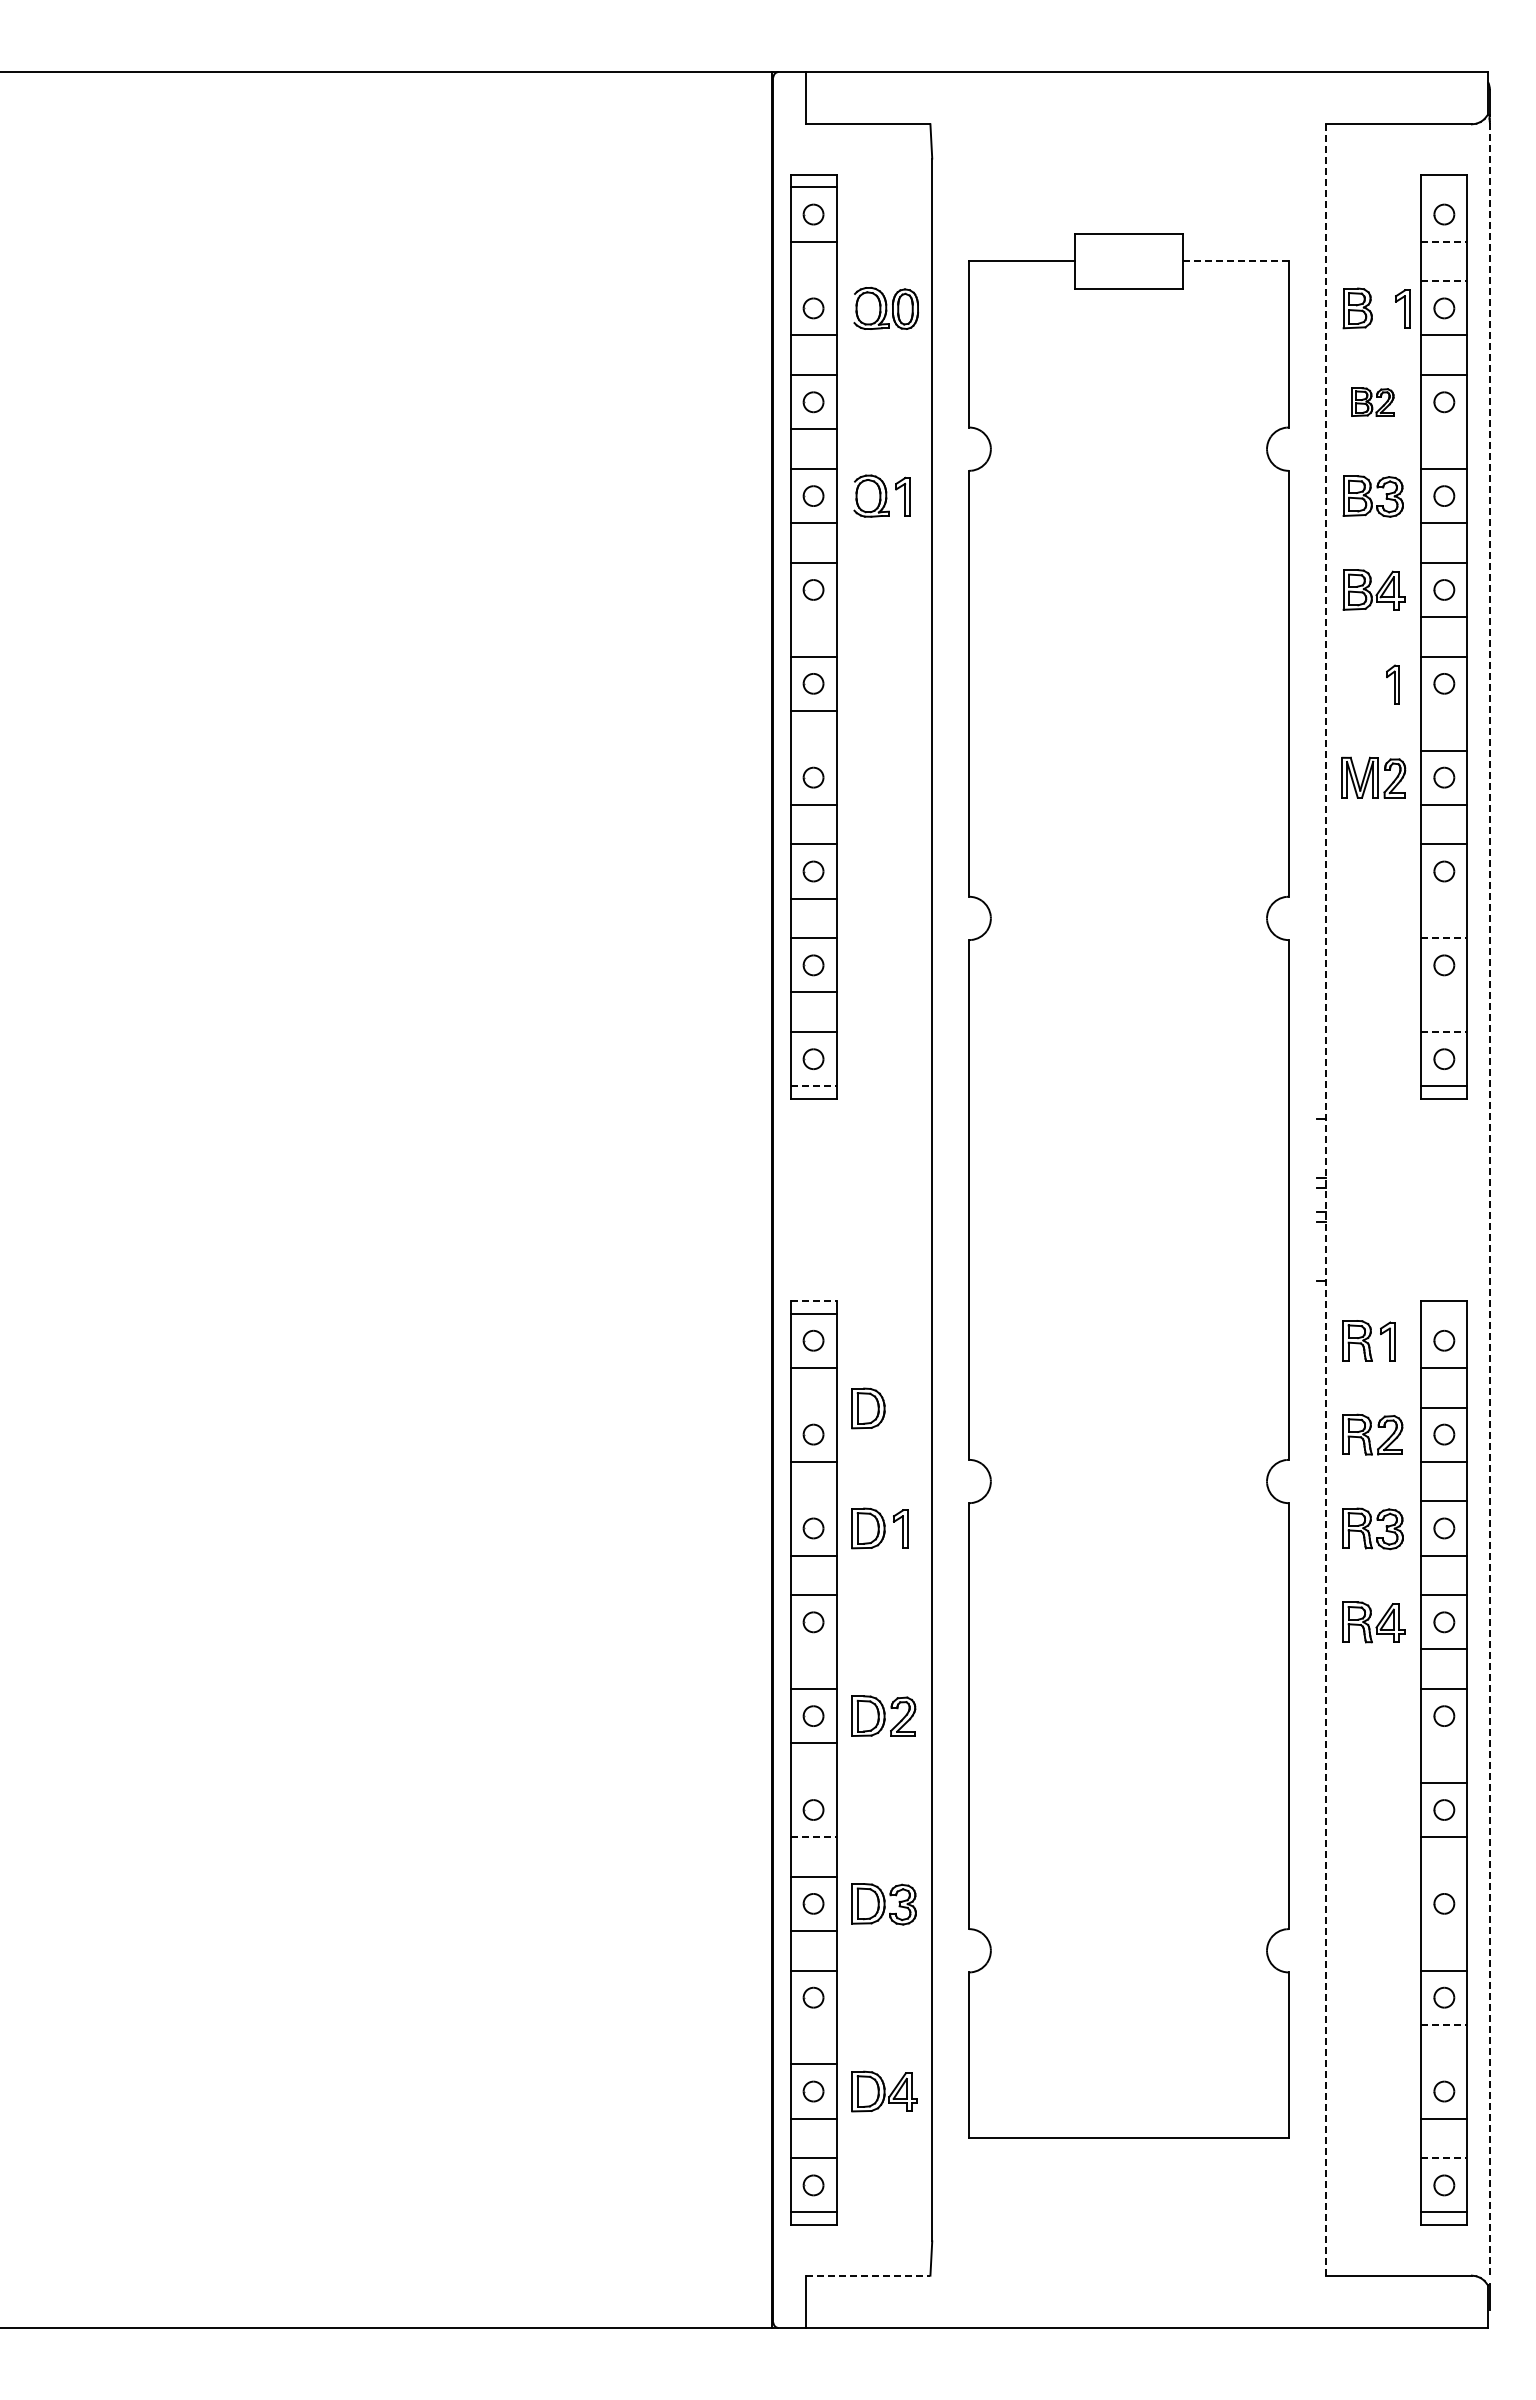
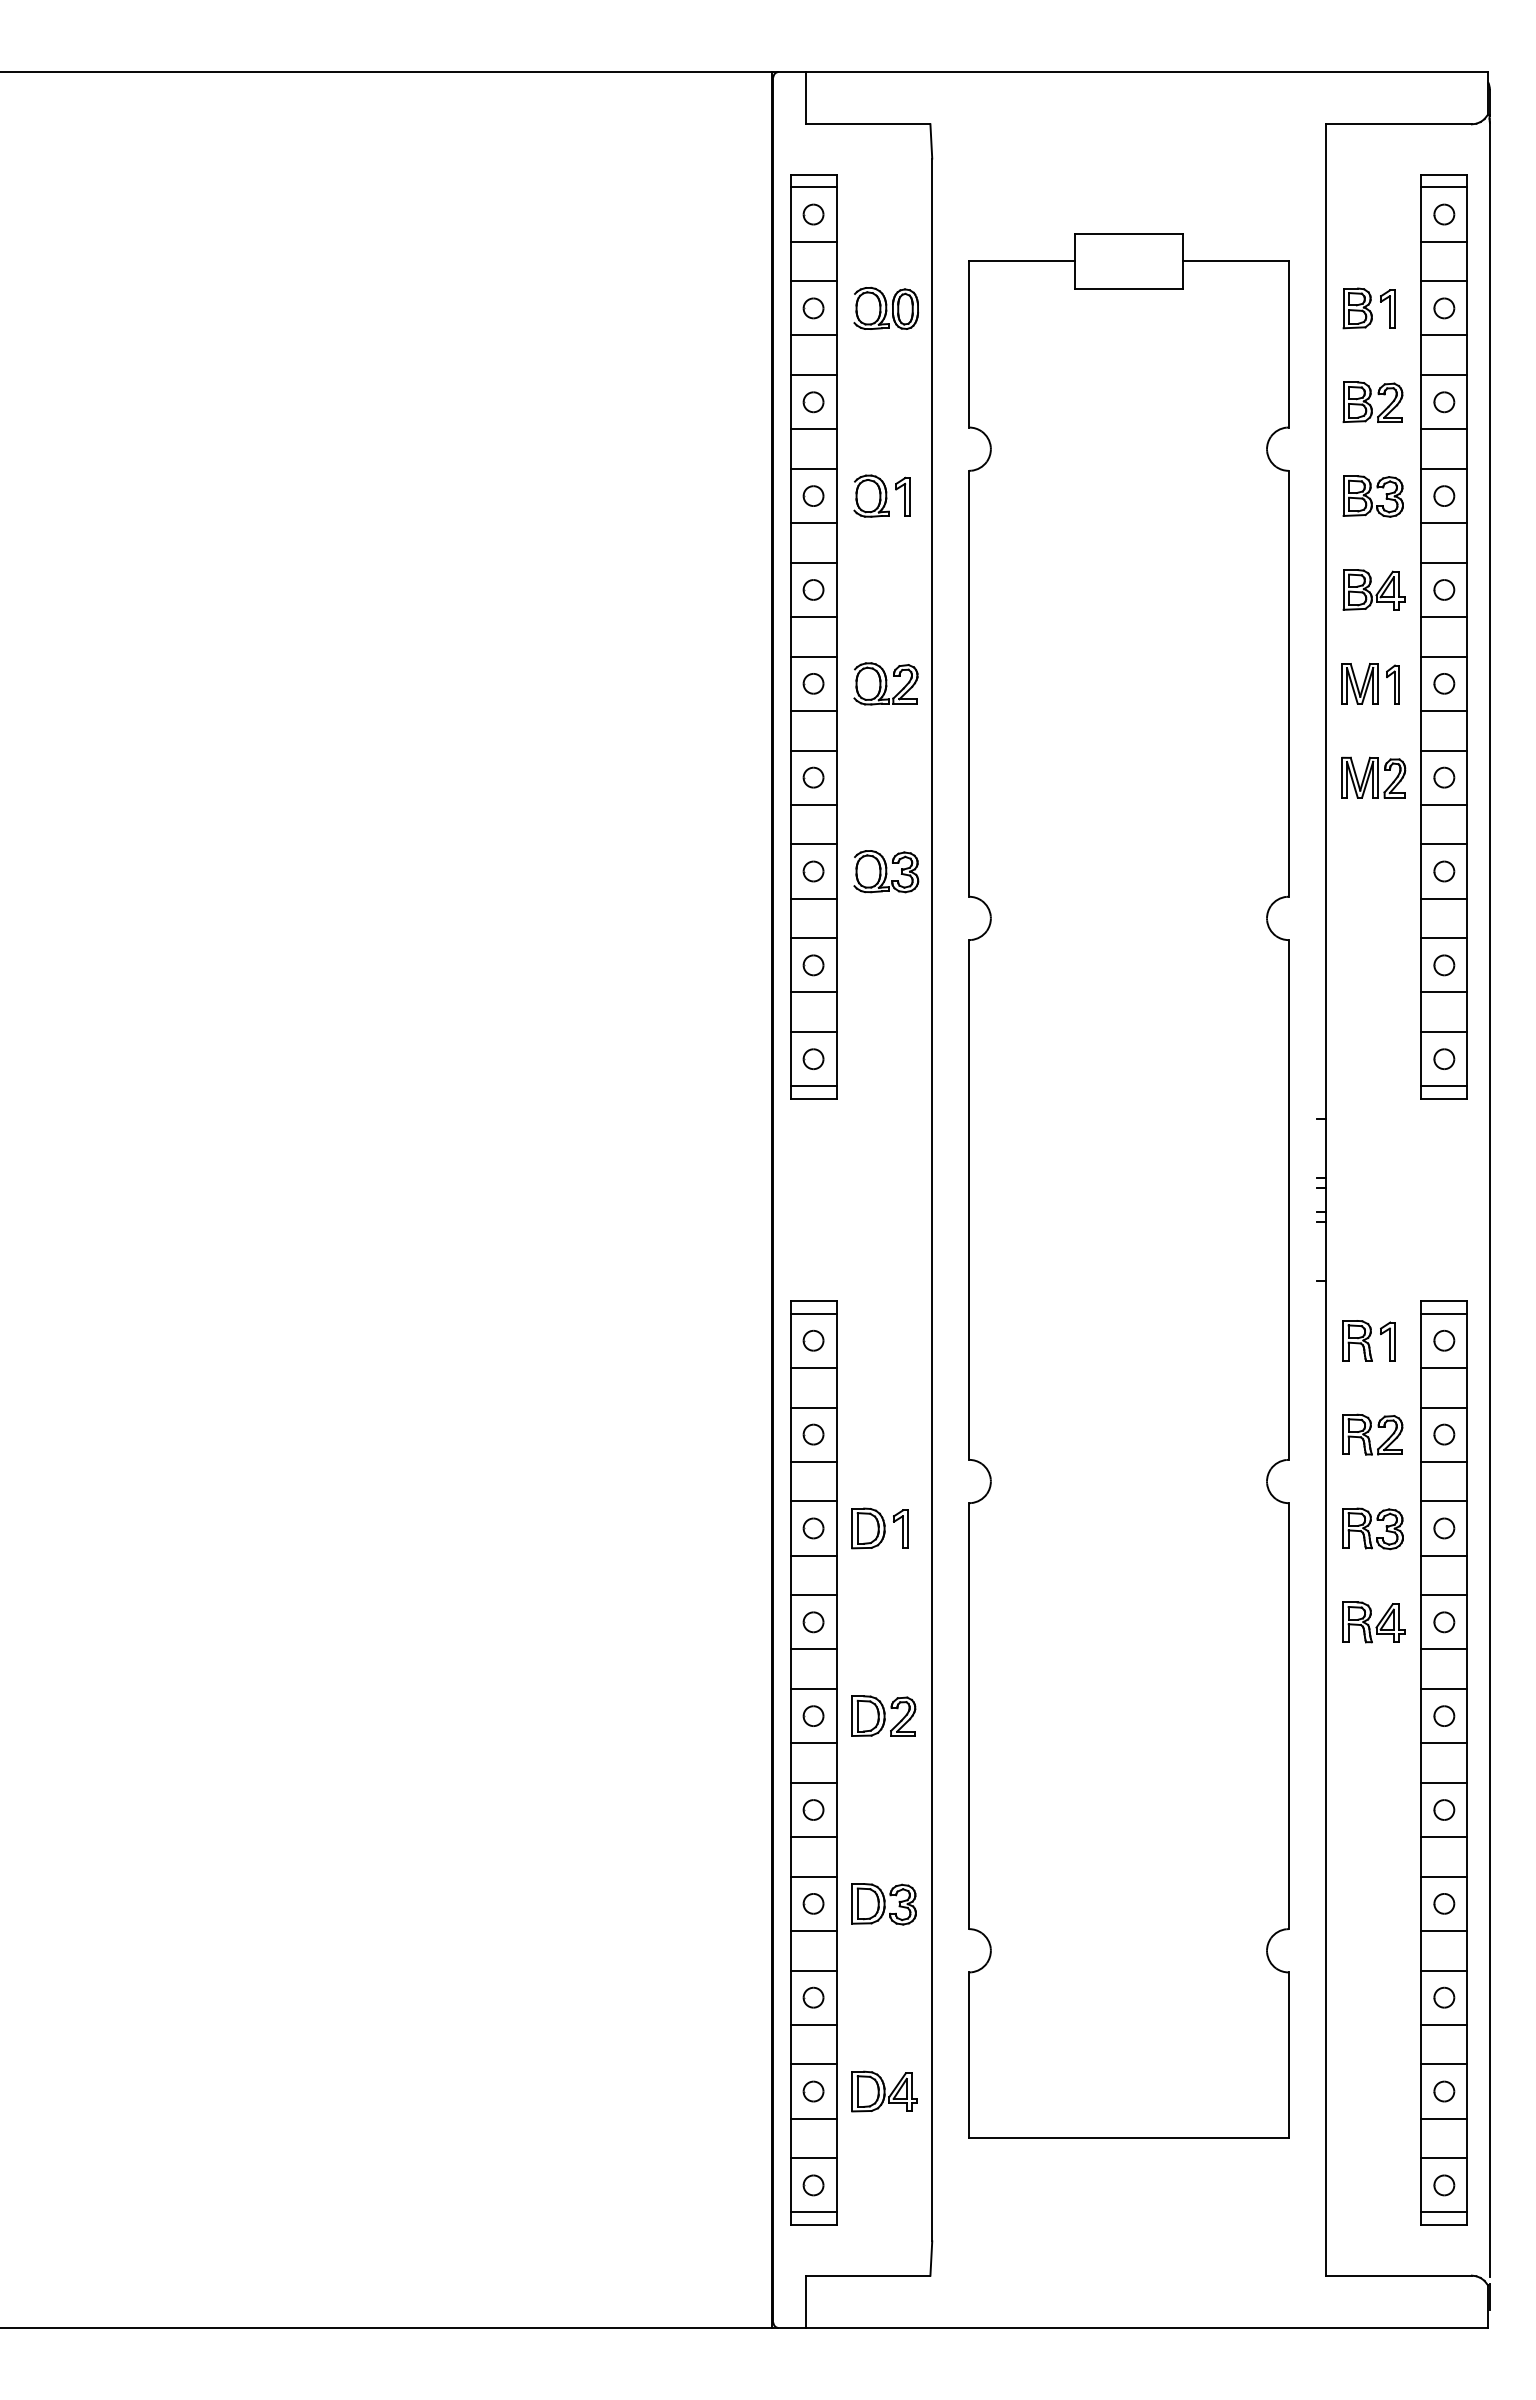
line at (1444, 187): none -> present
line at (1444, 241): dashed -> solid
line at (1235, 261): dashed -> solid
line at (813, 281): none -> present
line at (1444, 281): dashed -> solid
part at (1402, 308) position: (1402, 308) -> (1387, 308)
part at (1372, 401) size: 44x30 px -> 62x42 px
line at (1444, 429): none -> present
line at (813, 617): none -> present
part at (885, 683): none -> present
part at (1359, 683): none -> present
line at (1444, 710): none -> present
line at (813, 750): none -> present
part at (886, 871): none -> present
line at (1444, 898): none -> present
line at (1444, 938): dashed -> solid
line at (1444, 992): none -> present
line at (1444, 1032): dashed -> solid
line at (814, 1086): dashed -> solid
line at (1325, 1199): dashed -> solid
line at (1489, 1200): dashed -> solid
line at (814, 1301): dashed -> solid
line at (1444, 1313): none -> present
line at (813, 1407): none -> present
part at (868, 1408): present -> none
line at (813, 1501): none -> present
line at (813, 1649): none -> present
line at (1444, 1743): none -> present
line at (813, 1782): none -> present
line at (814, 1837): dashed -> solid
line at (1444, 1876): none -> present
line at (1444, 1930): none -> present
line at (813, 2024): none -> present
line at (1444, 2024): dashed -> solid
line at (1444, 2064): none -> present
line at (1444, 2158): dashed -> solid
line at (868, 2275): dashed -> solid
